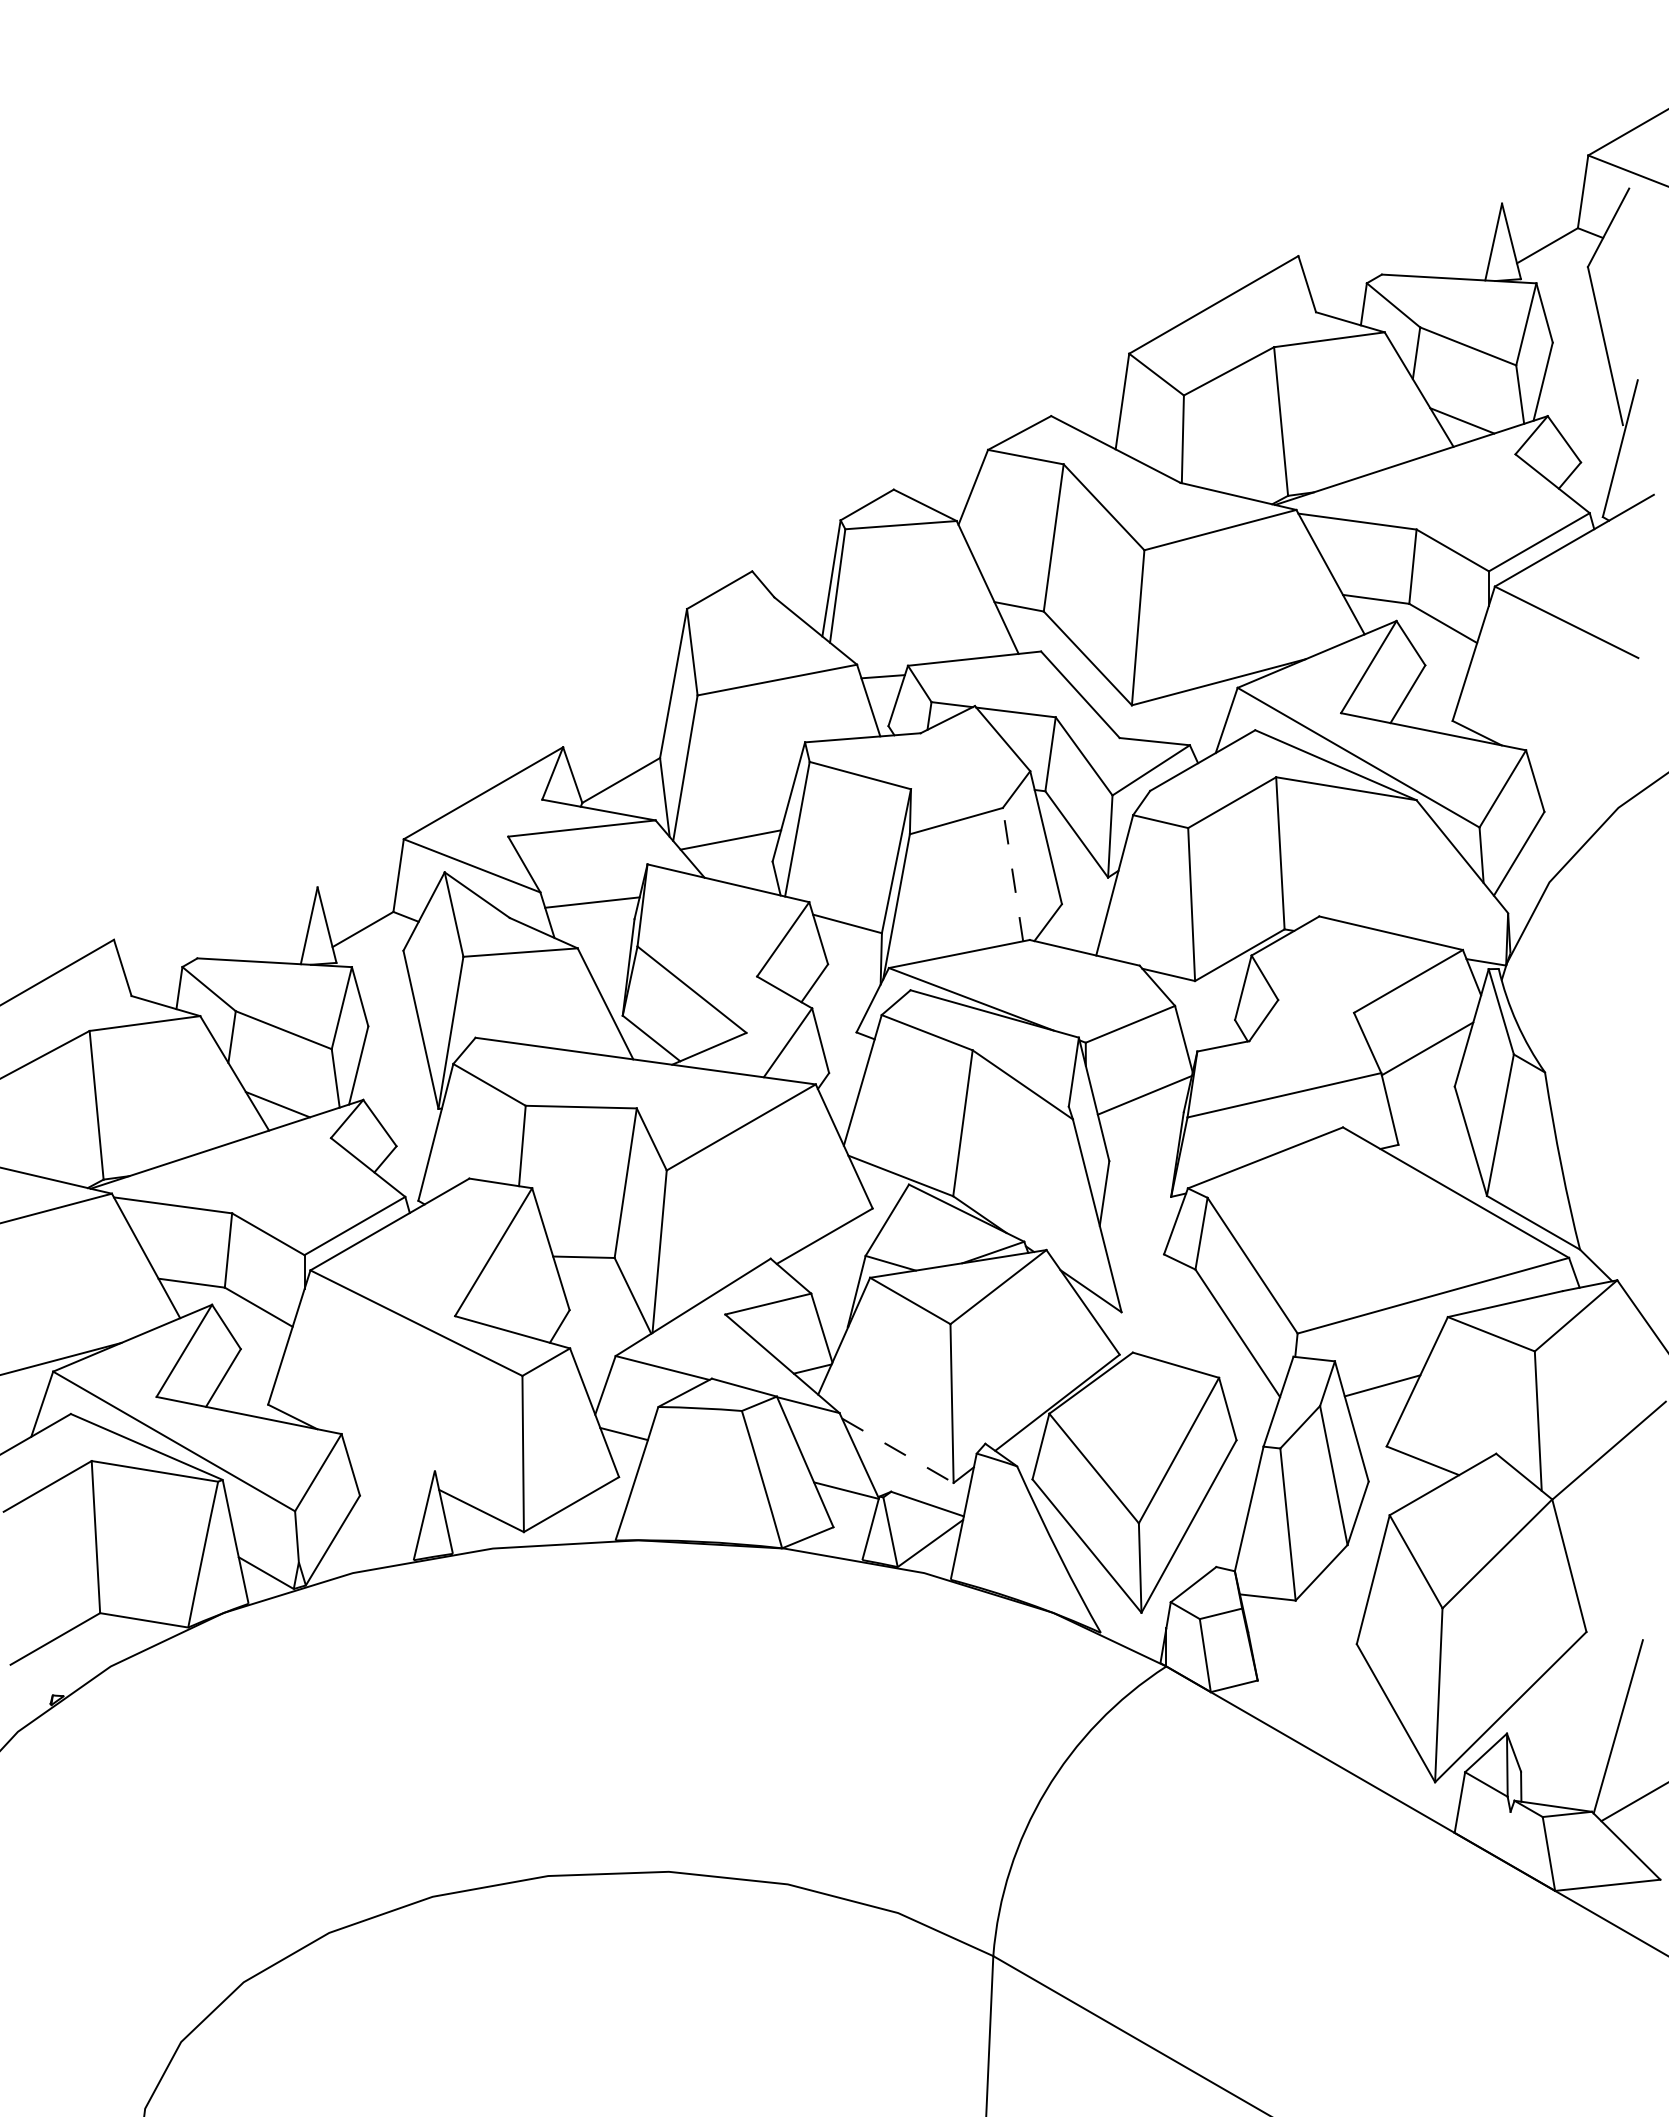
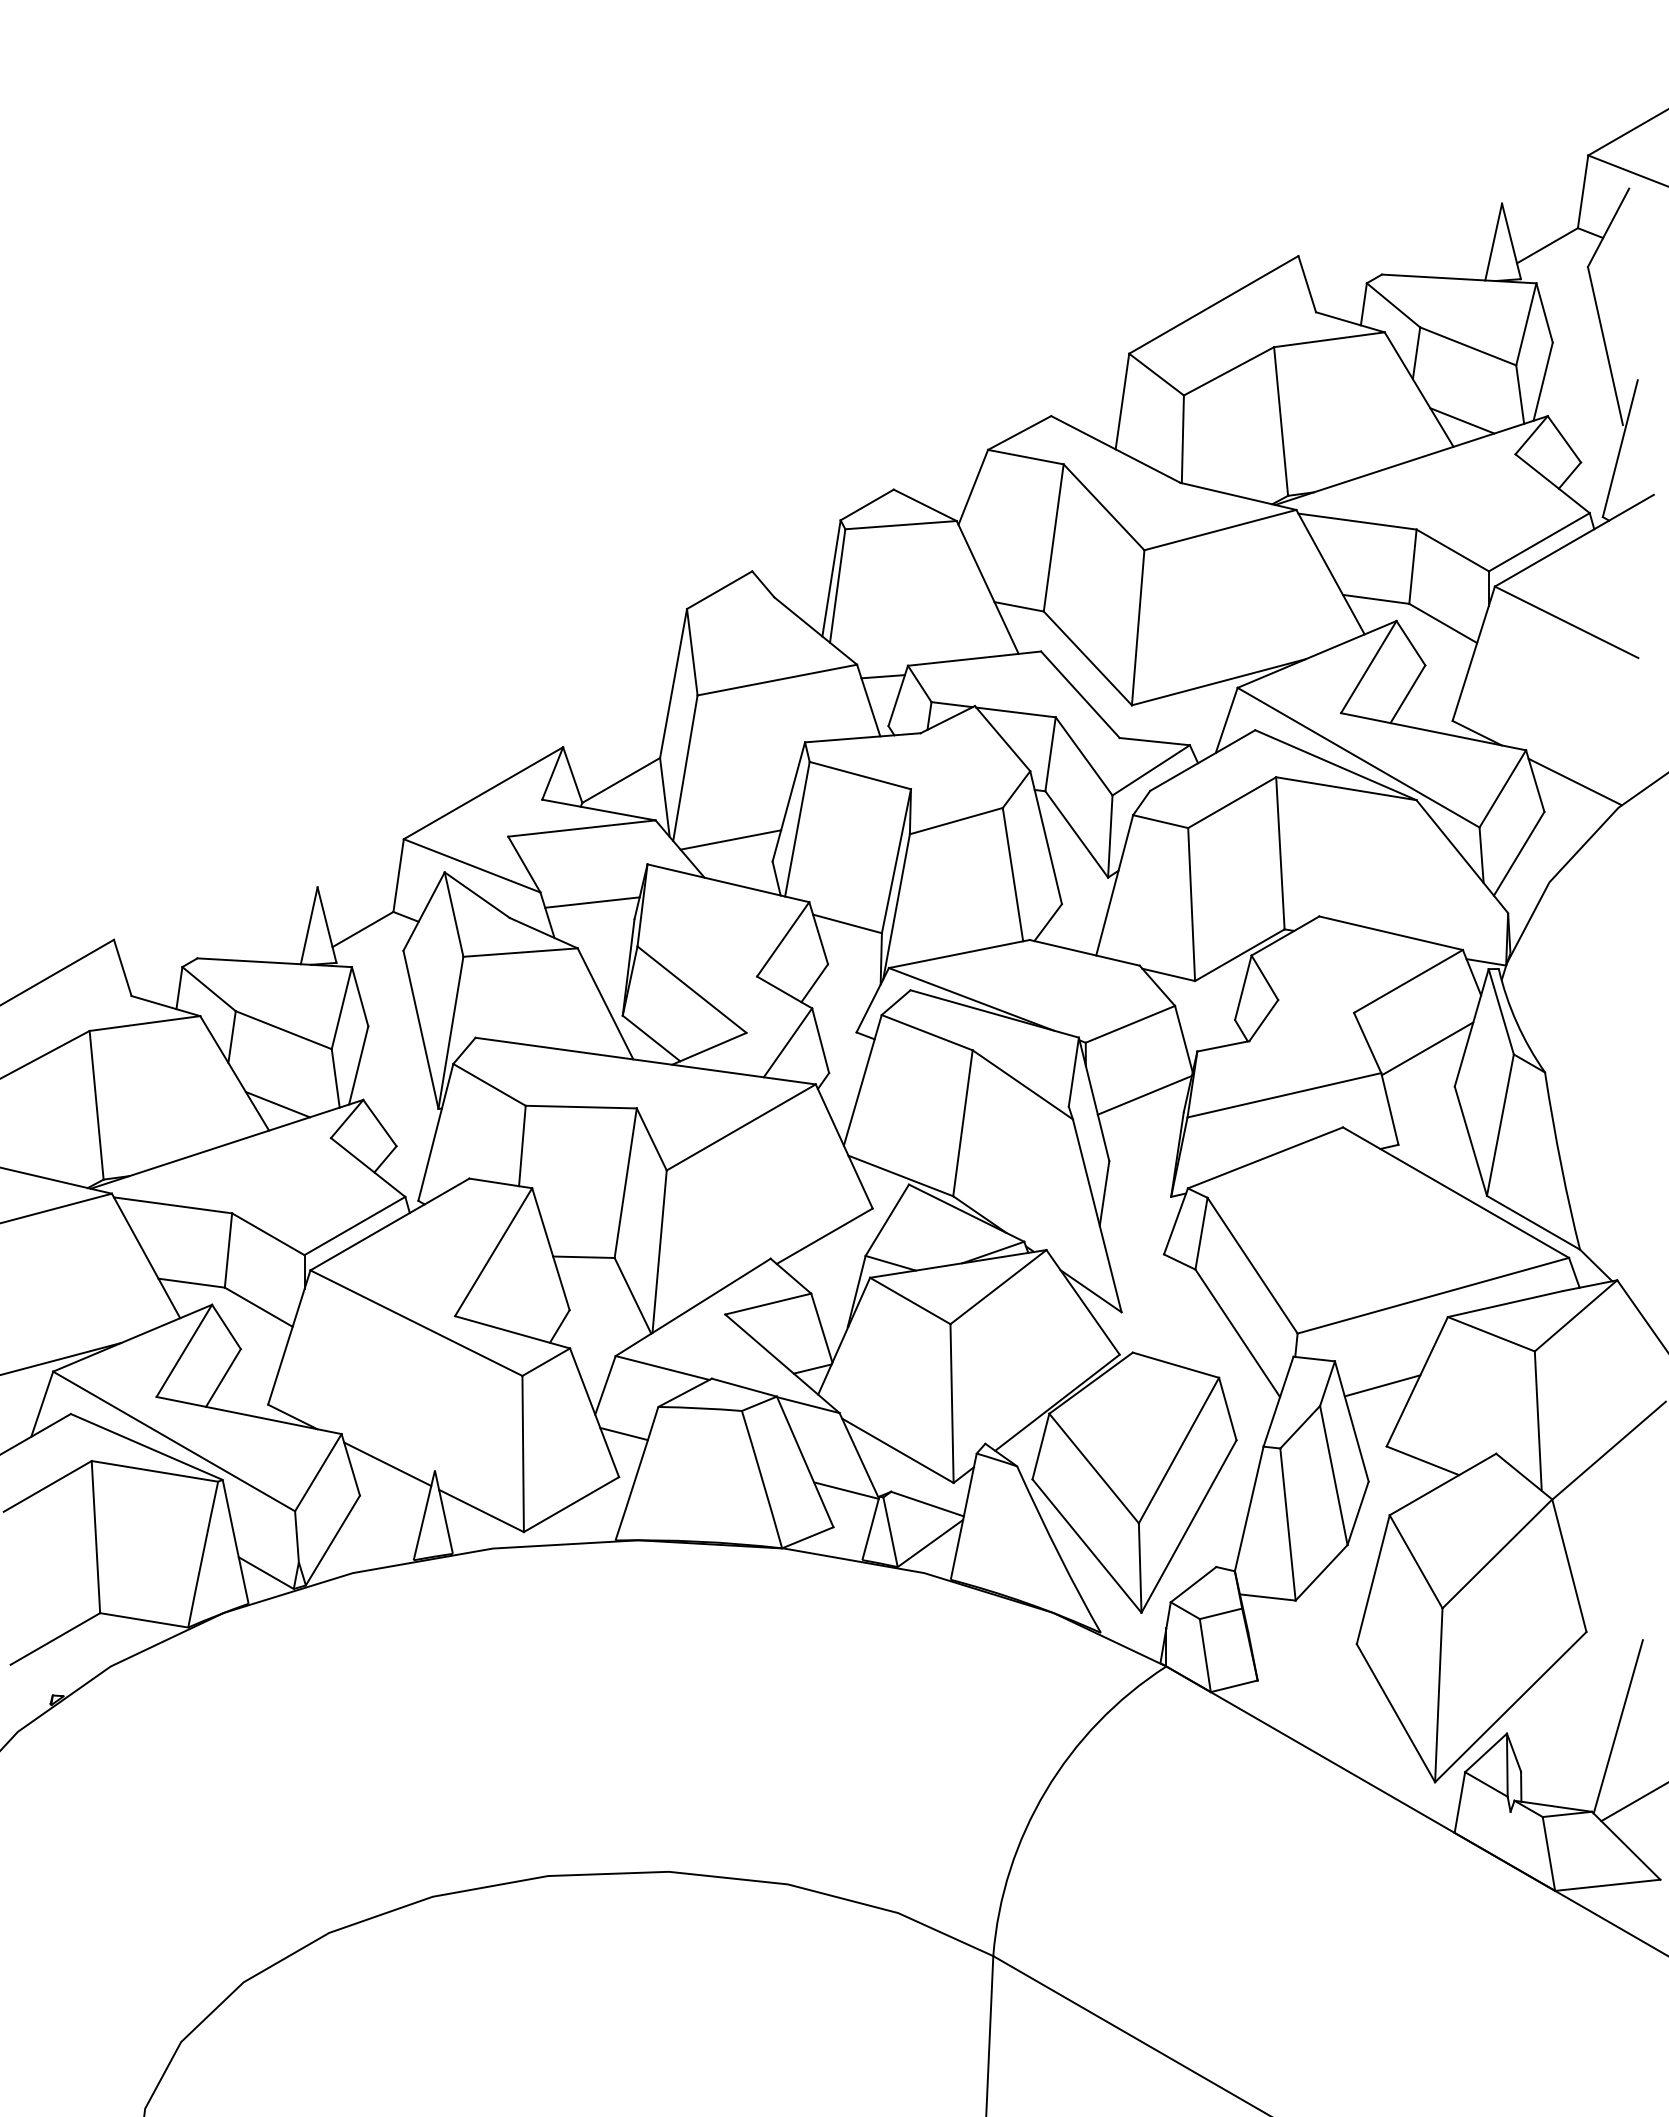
line at (1574, 781): none -> present
line at (1012, 874): dashed -> solid
line at (898, 1451): dashed -> solid
line at (387, 1463): none -> present
